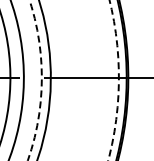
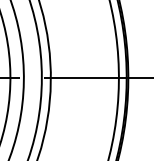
arc at (41, 80): dashed -> solid
arc at (118, 80): dashed -> solid
